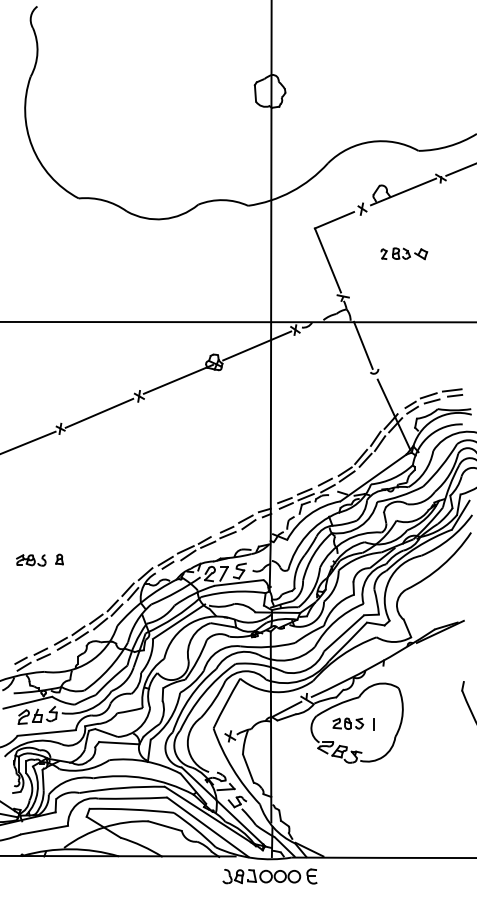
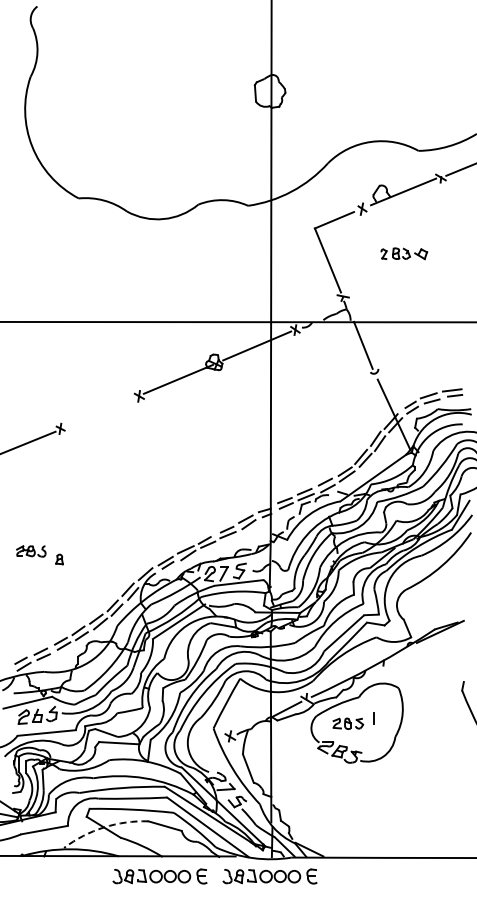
line at (99, 412): present -> none
part at (31, 560) position: (31, 560) -> (31, 551)
line at (373, 724) position: (373, 724) -> (373, 718)
arc at (104, 827): solid -> dashed
part at (159, 876): none -> present
